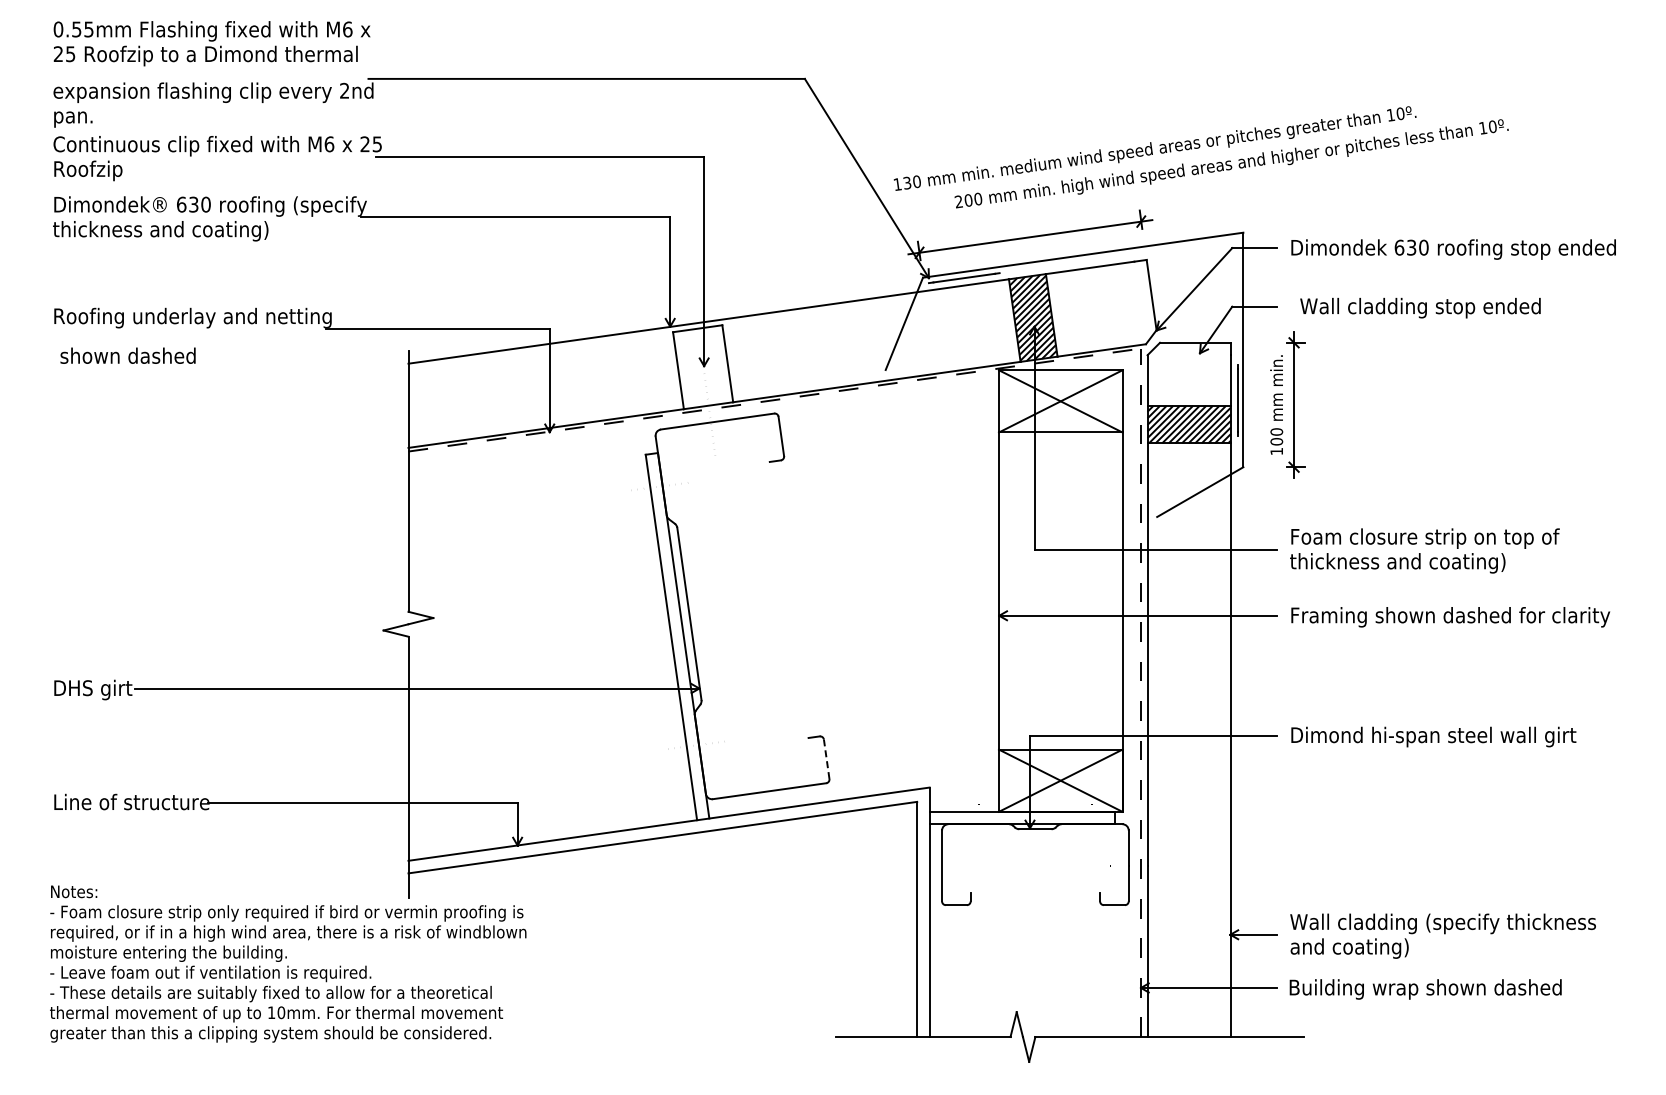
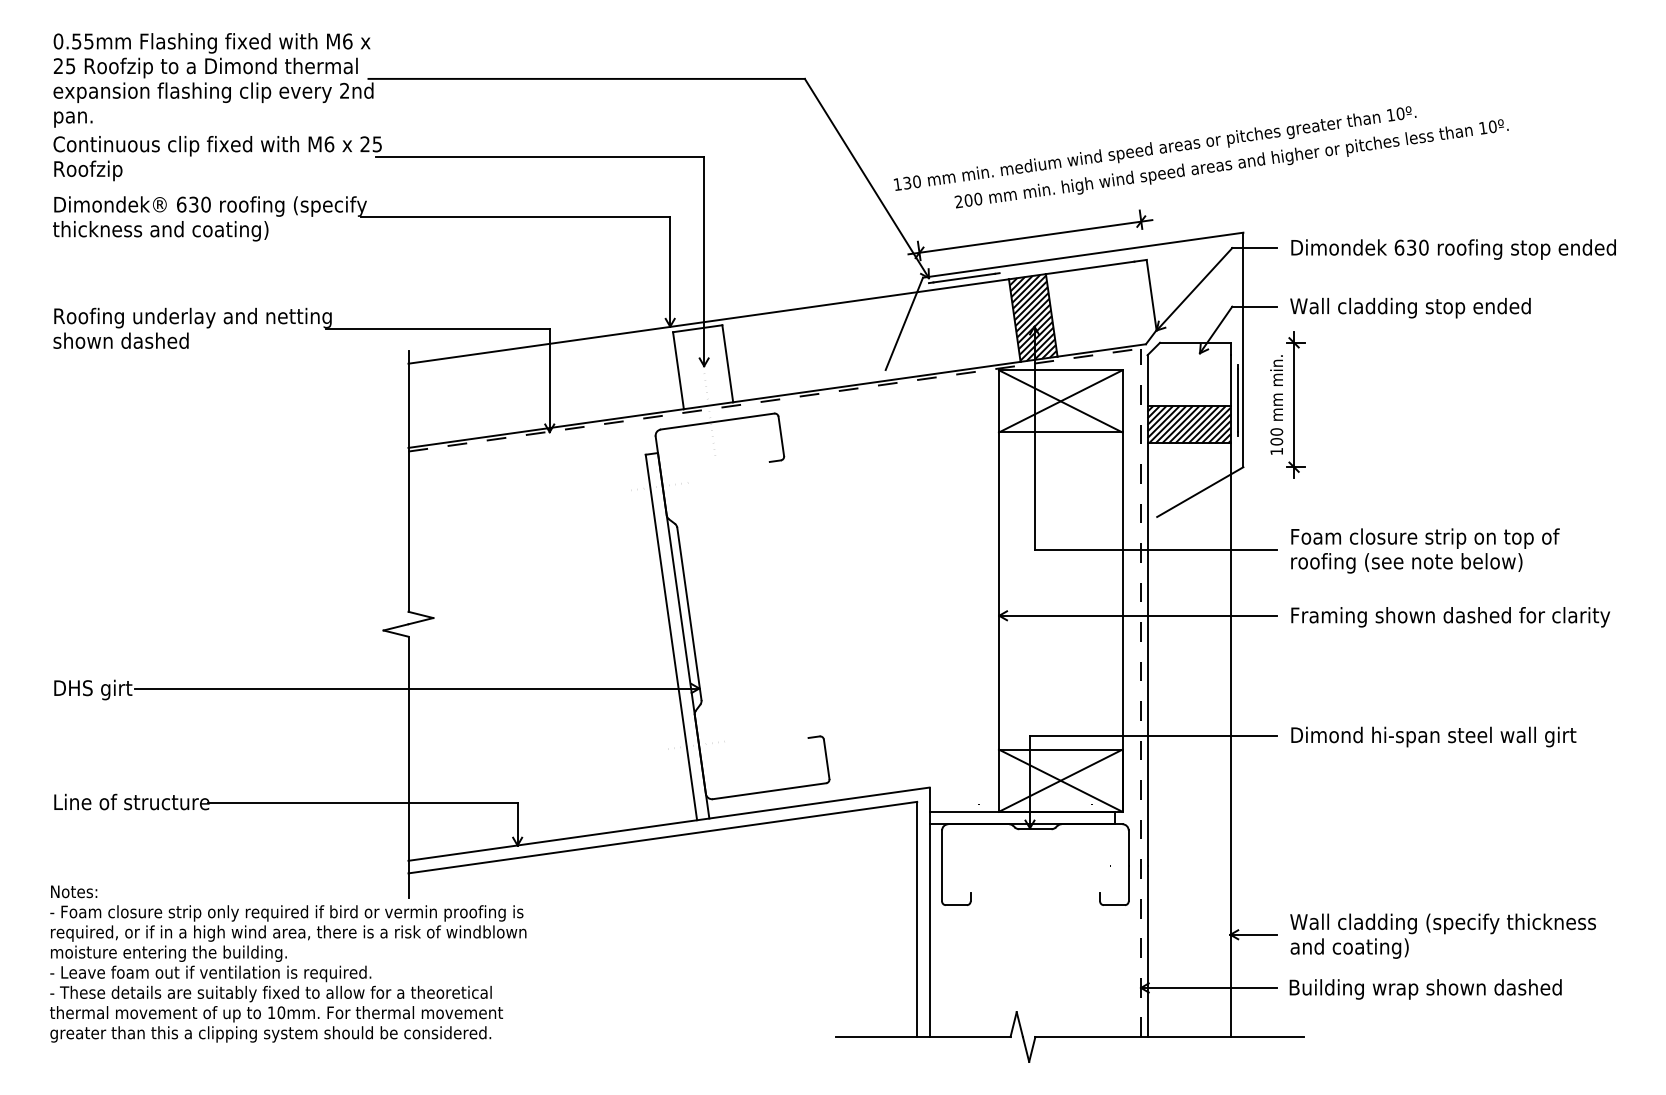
text at (211, 43) position: (211, 43) -> (211, 55)
text at (1420, 307) position: (1420, 307) -> (1410, 307)
text at (127, 355) position: (127, 355) -> (120, 340)
text at (1406, 563): thickness and coating) -> roofing (see note below)
line at (826, 759): dashed -> solid
